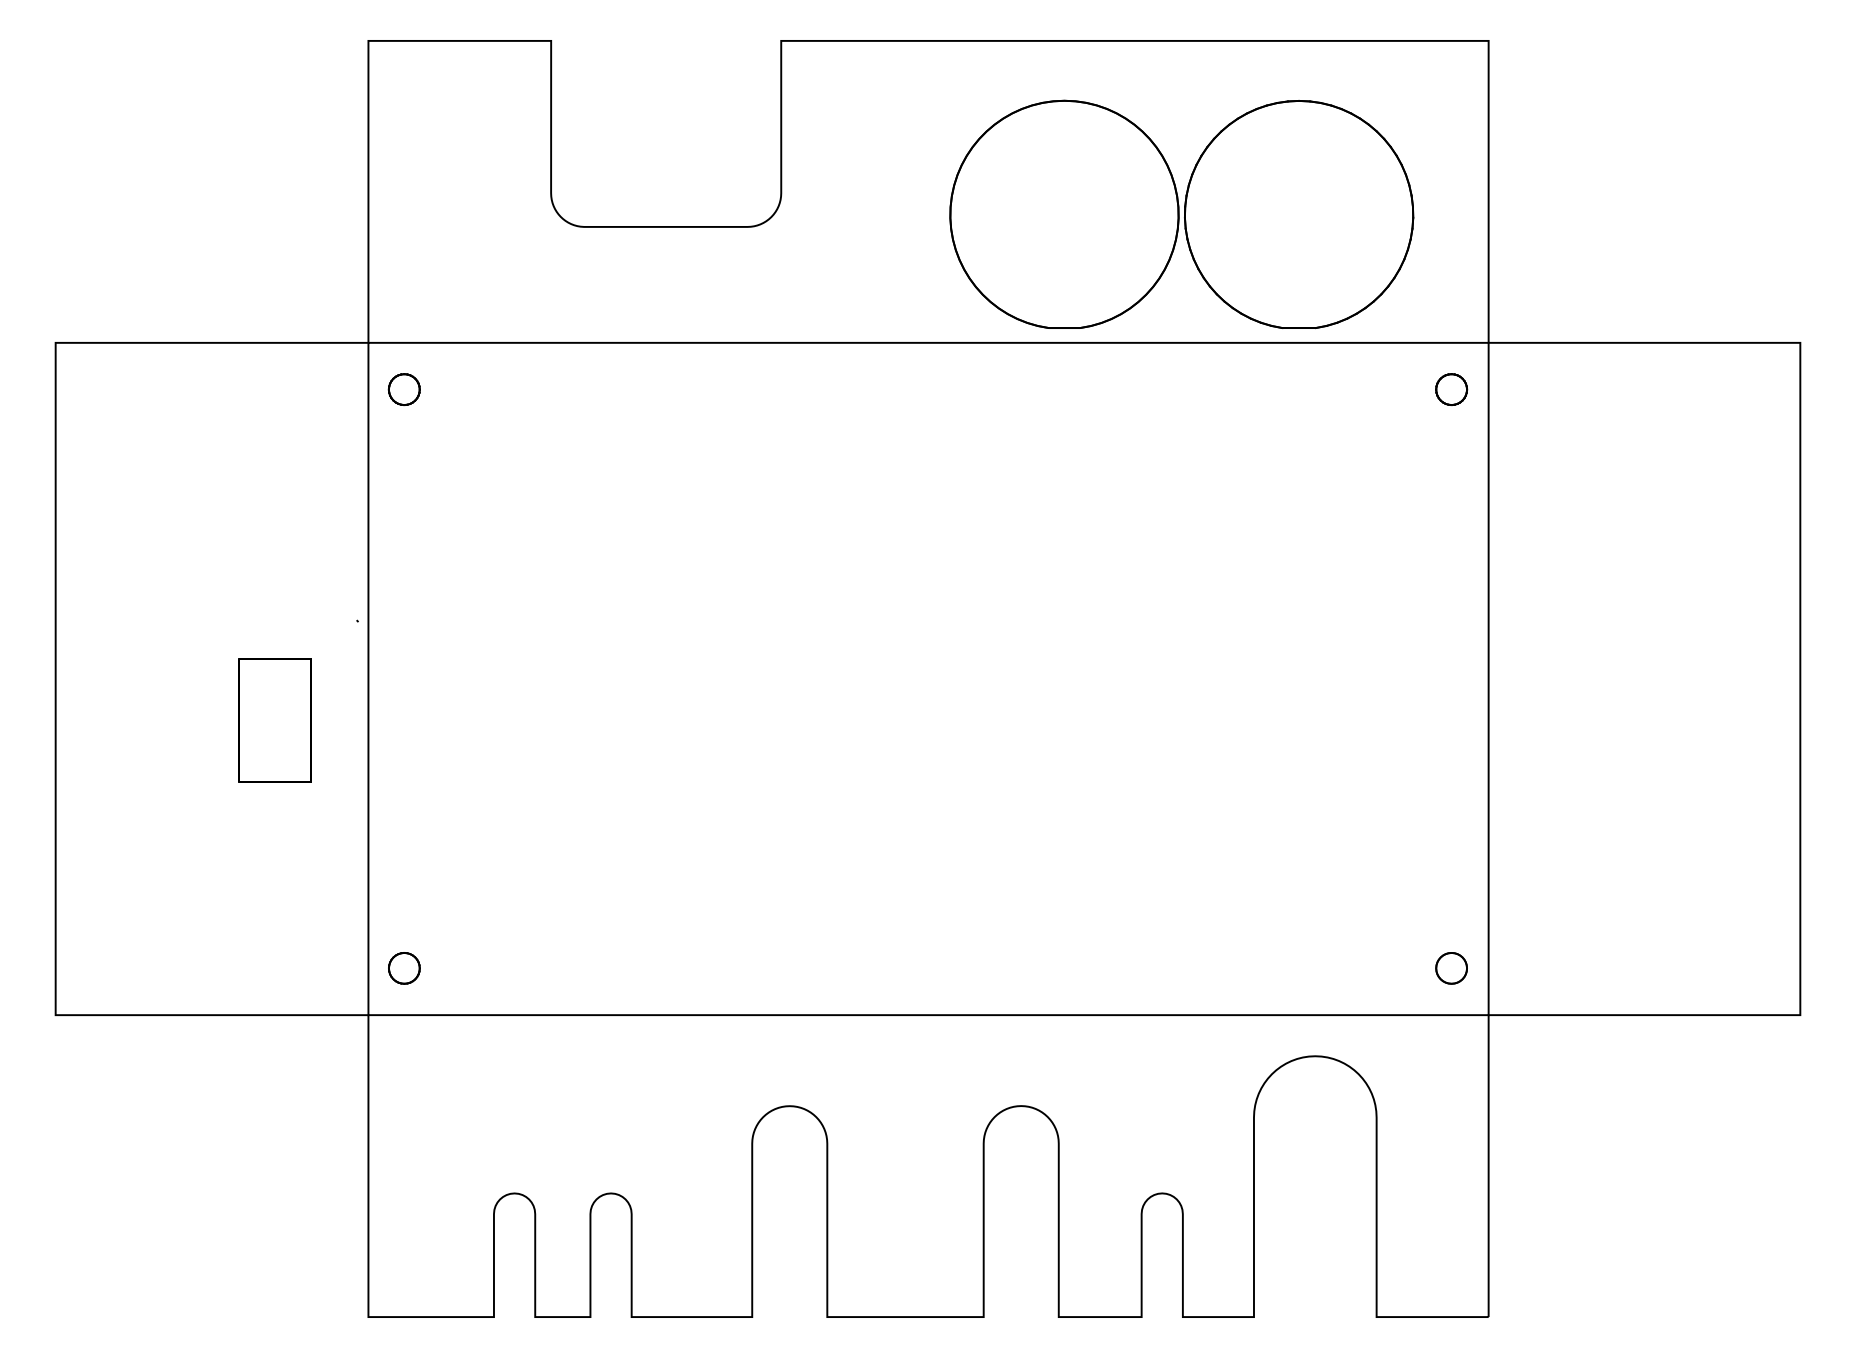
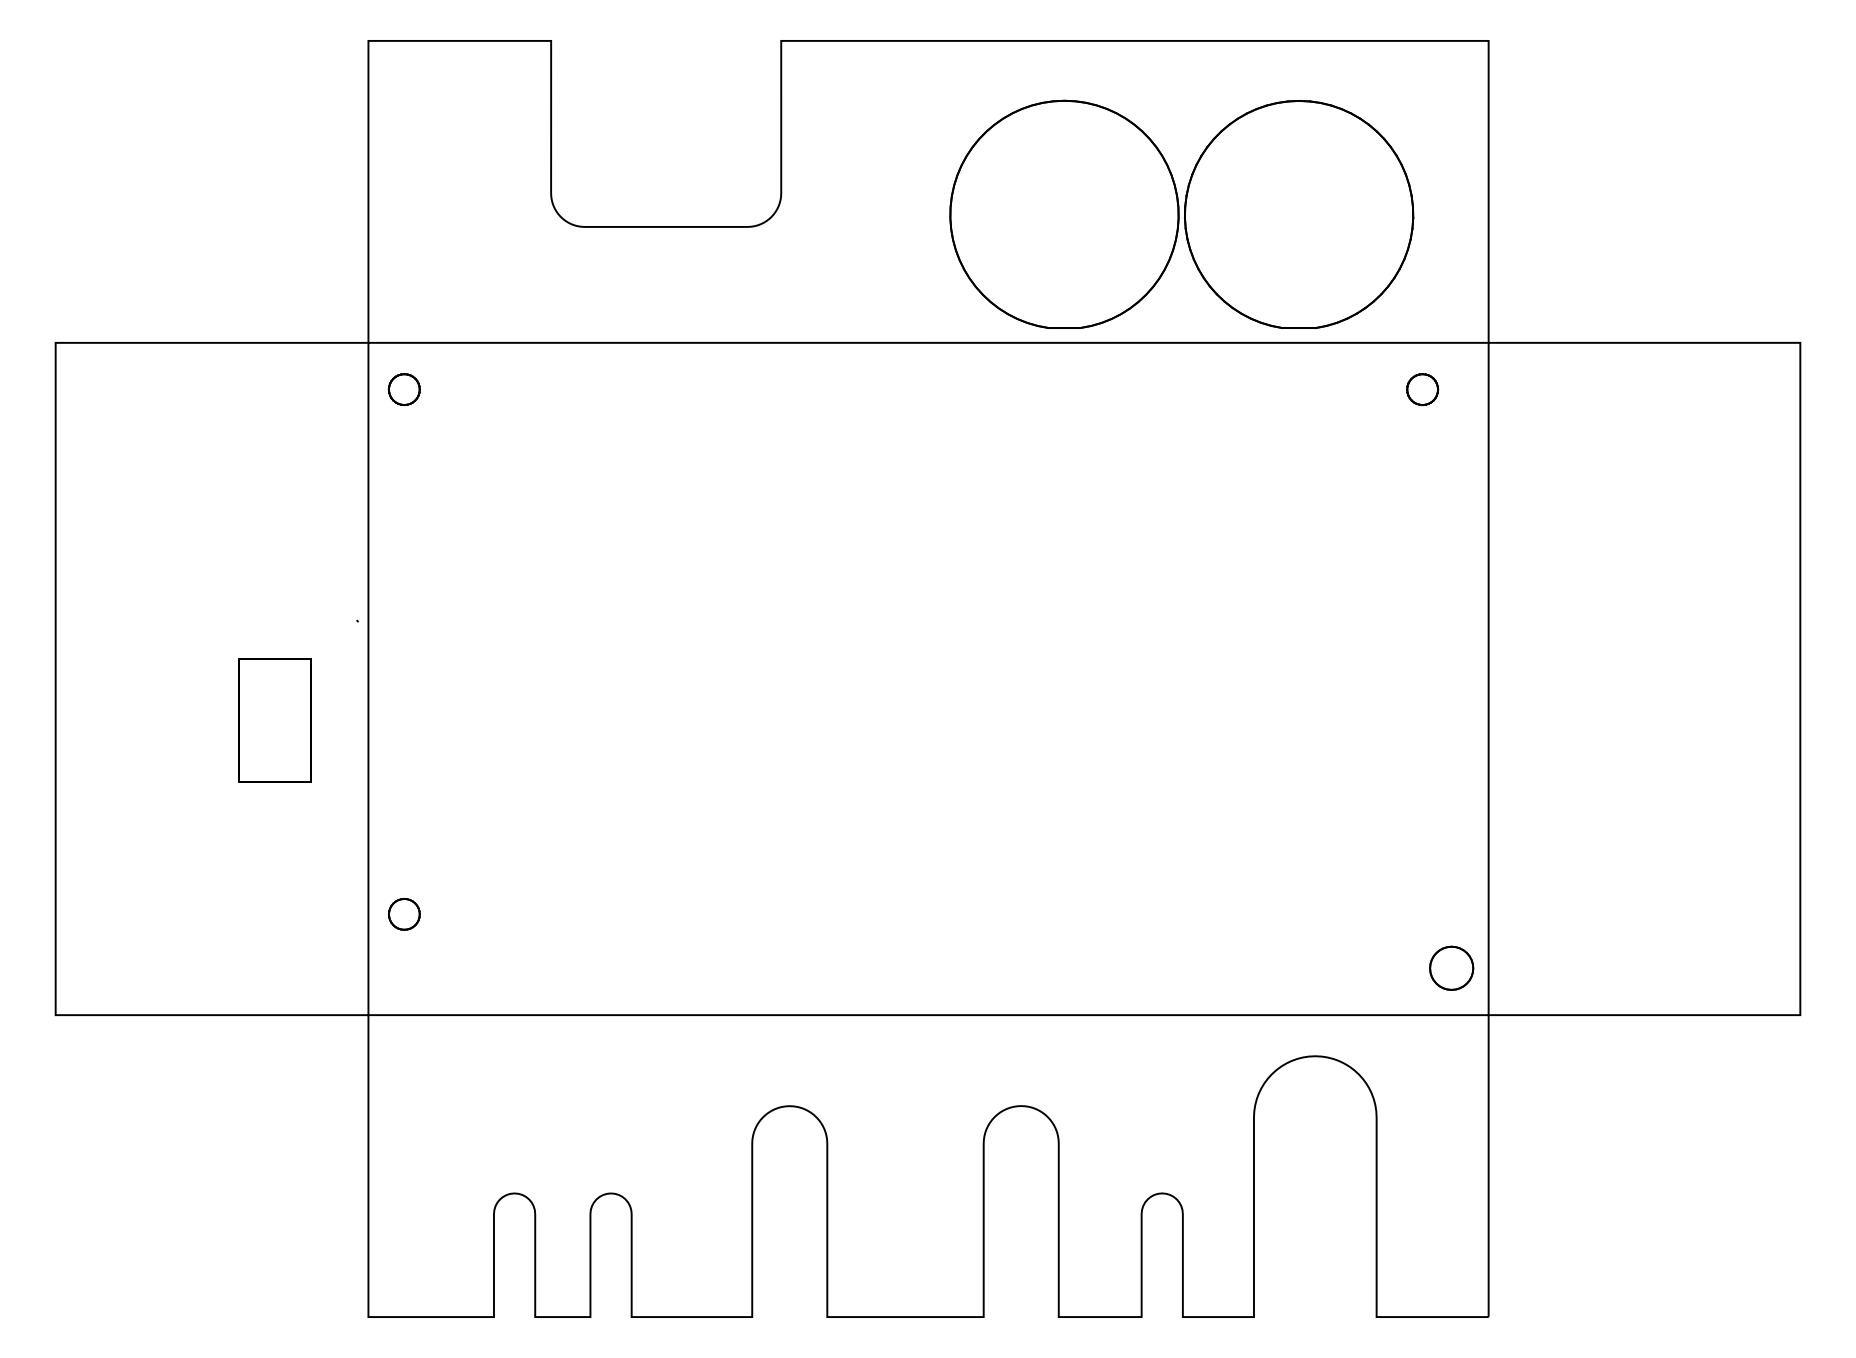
part at (1451, 389) position: (1451, 389) -> (1422, 389)
part at (404, 968) position: (404, 968) -> (404, 914)
part at (1451, 968) size: 33x33 px -> 46x46 px
